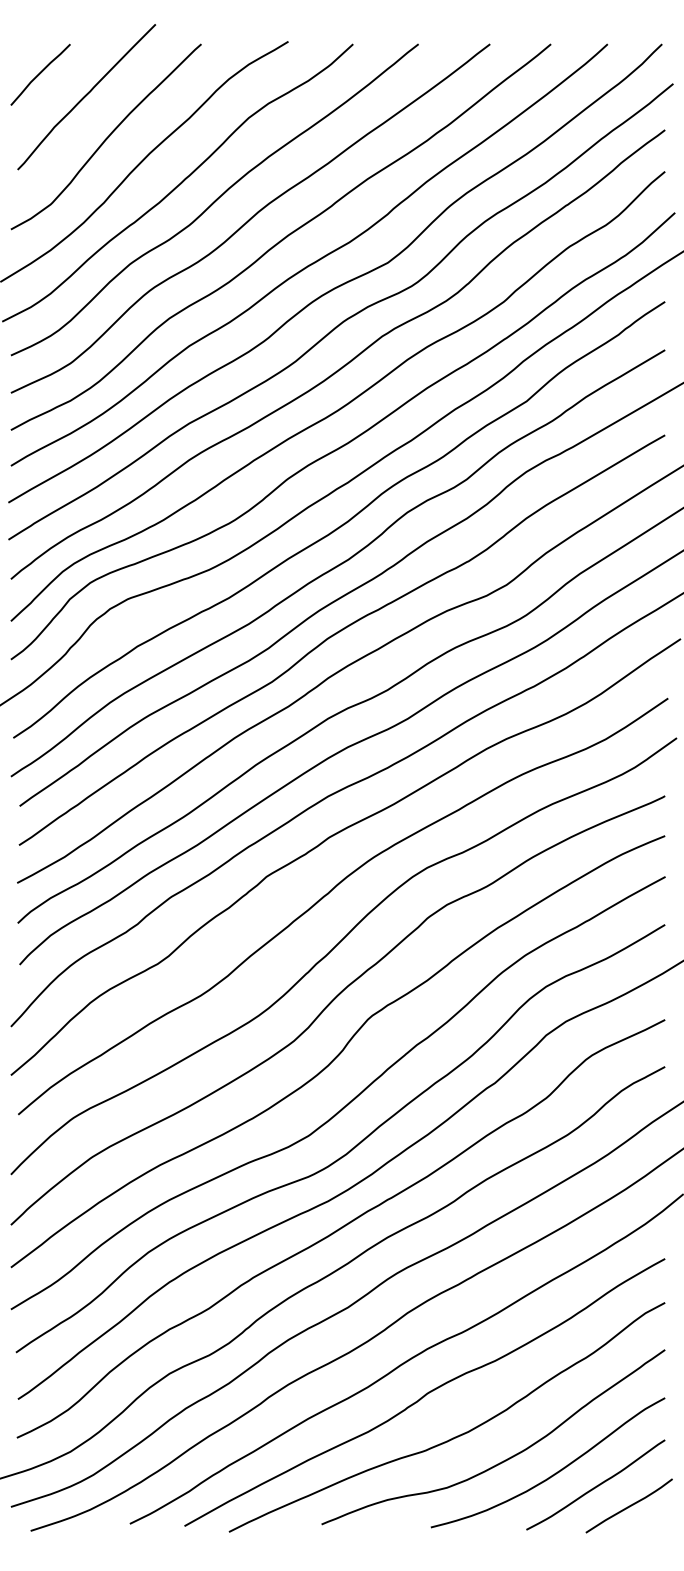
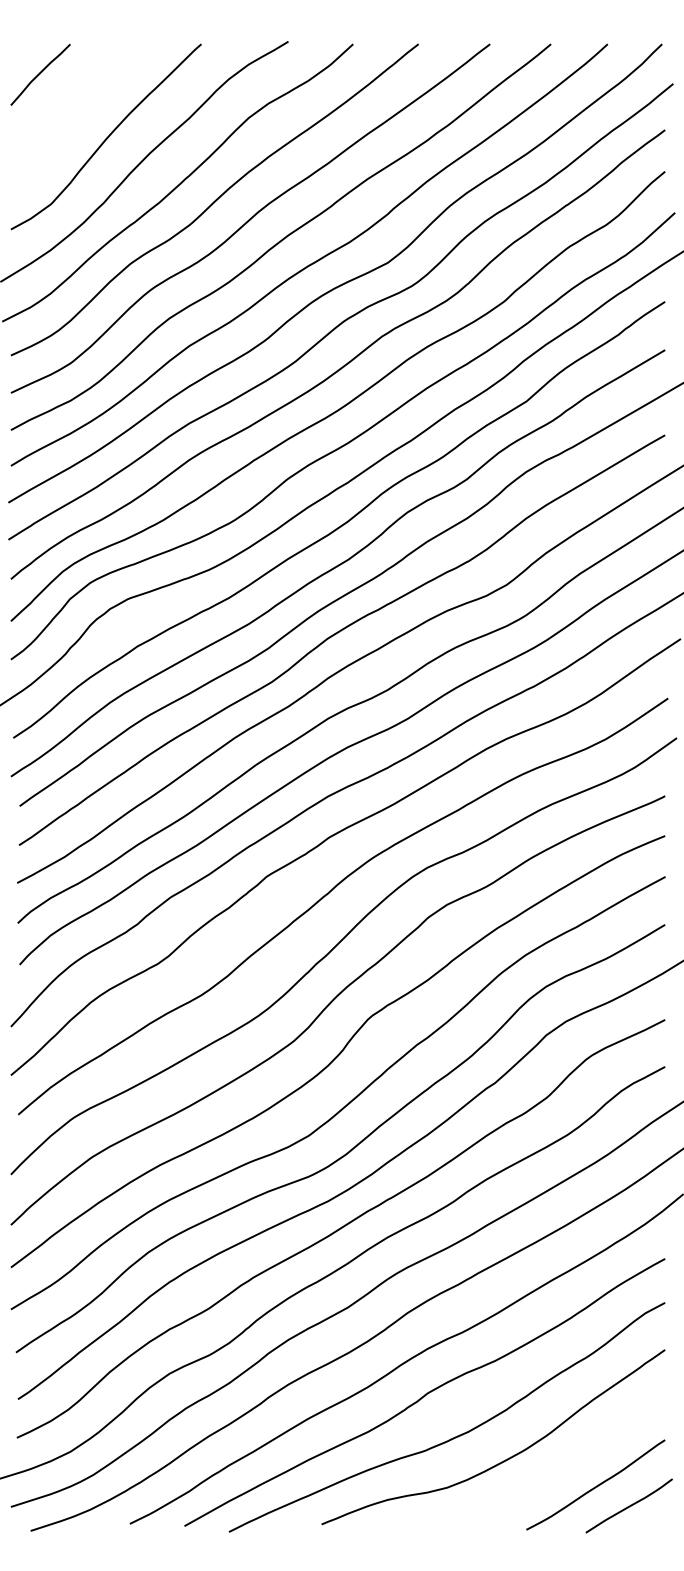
curve at (86, 96): present -> none
curve at (555, 1472): present -> none
